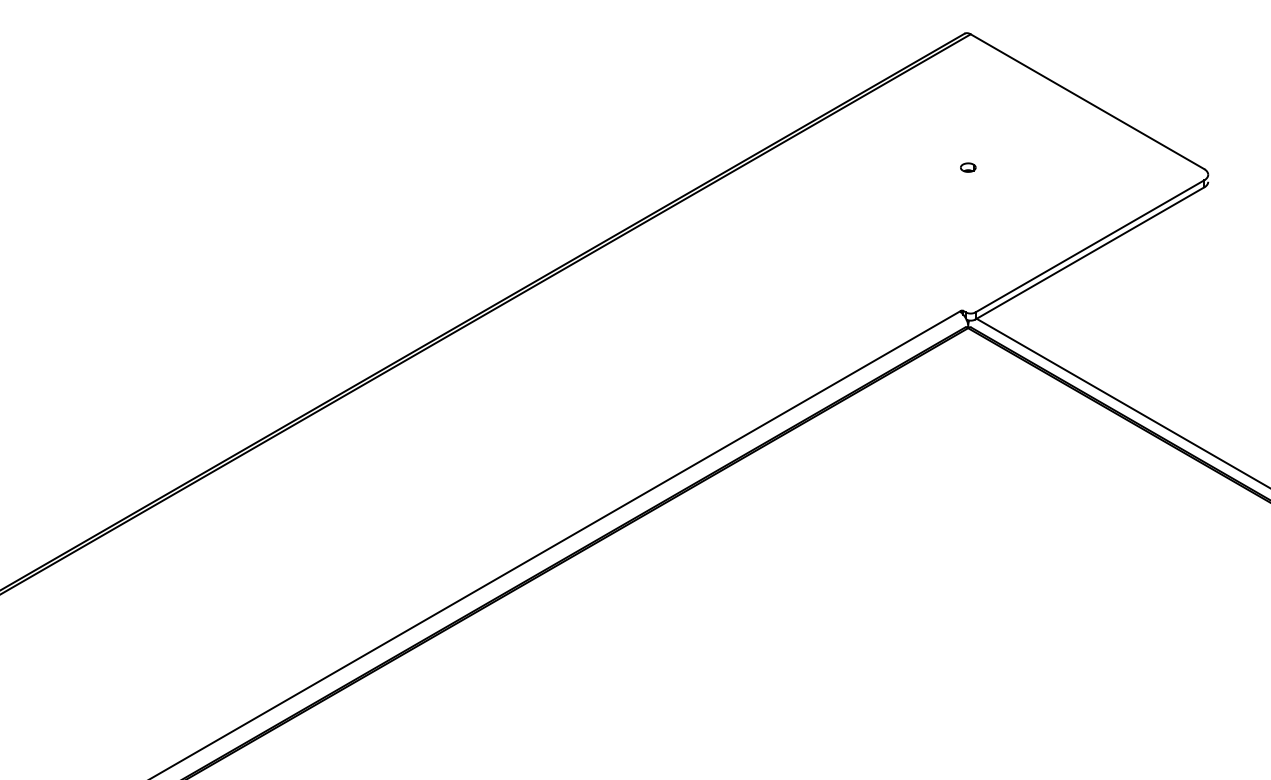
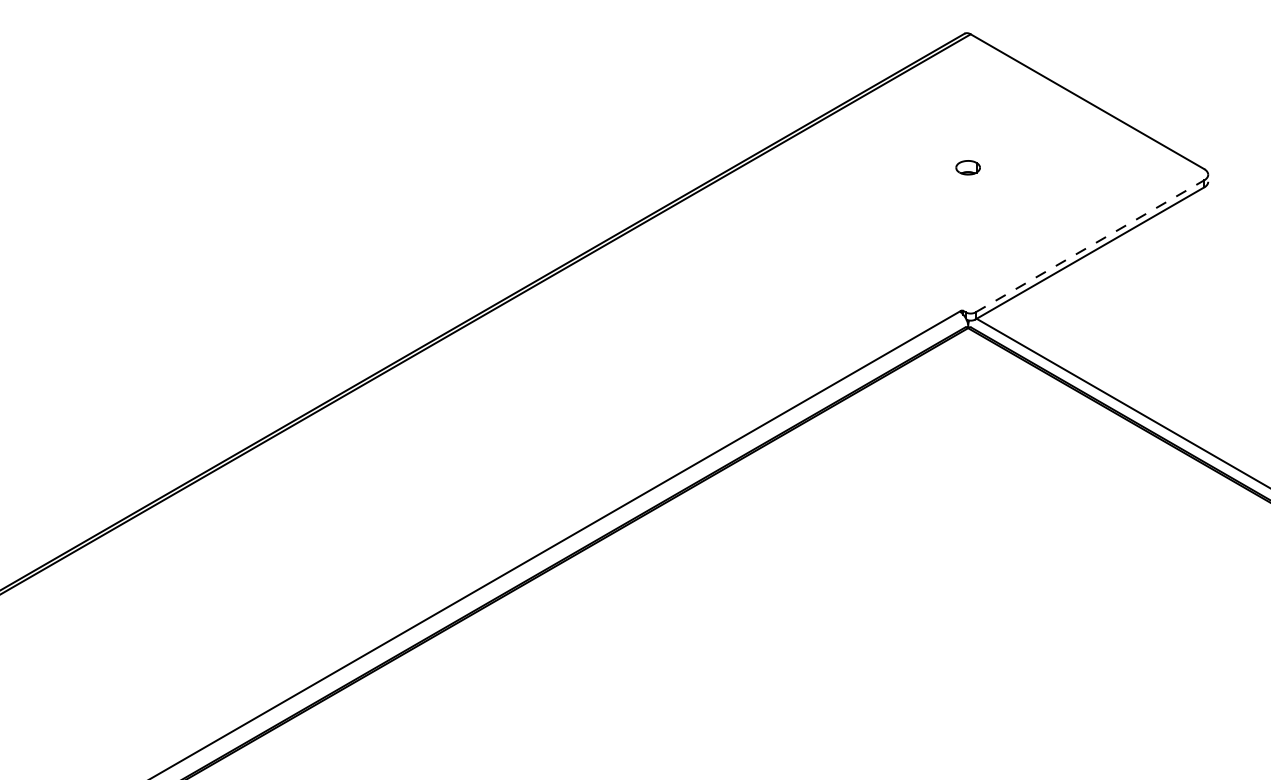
part at (968, 167) size: 17x11 px -> 26x16 px
line at (1089, 246): solid -> dashed
